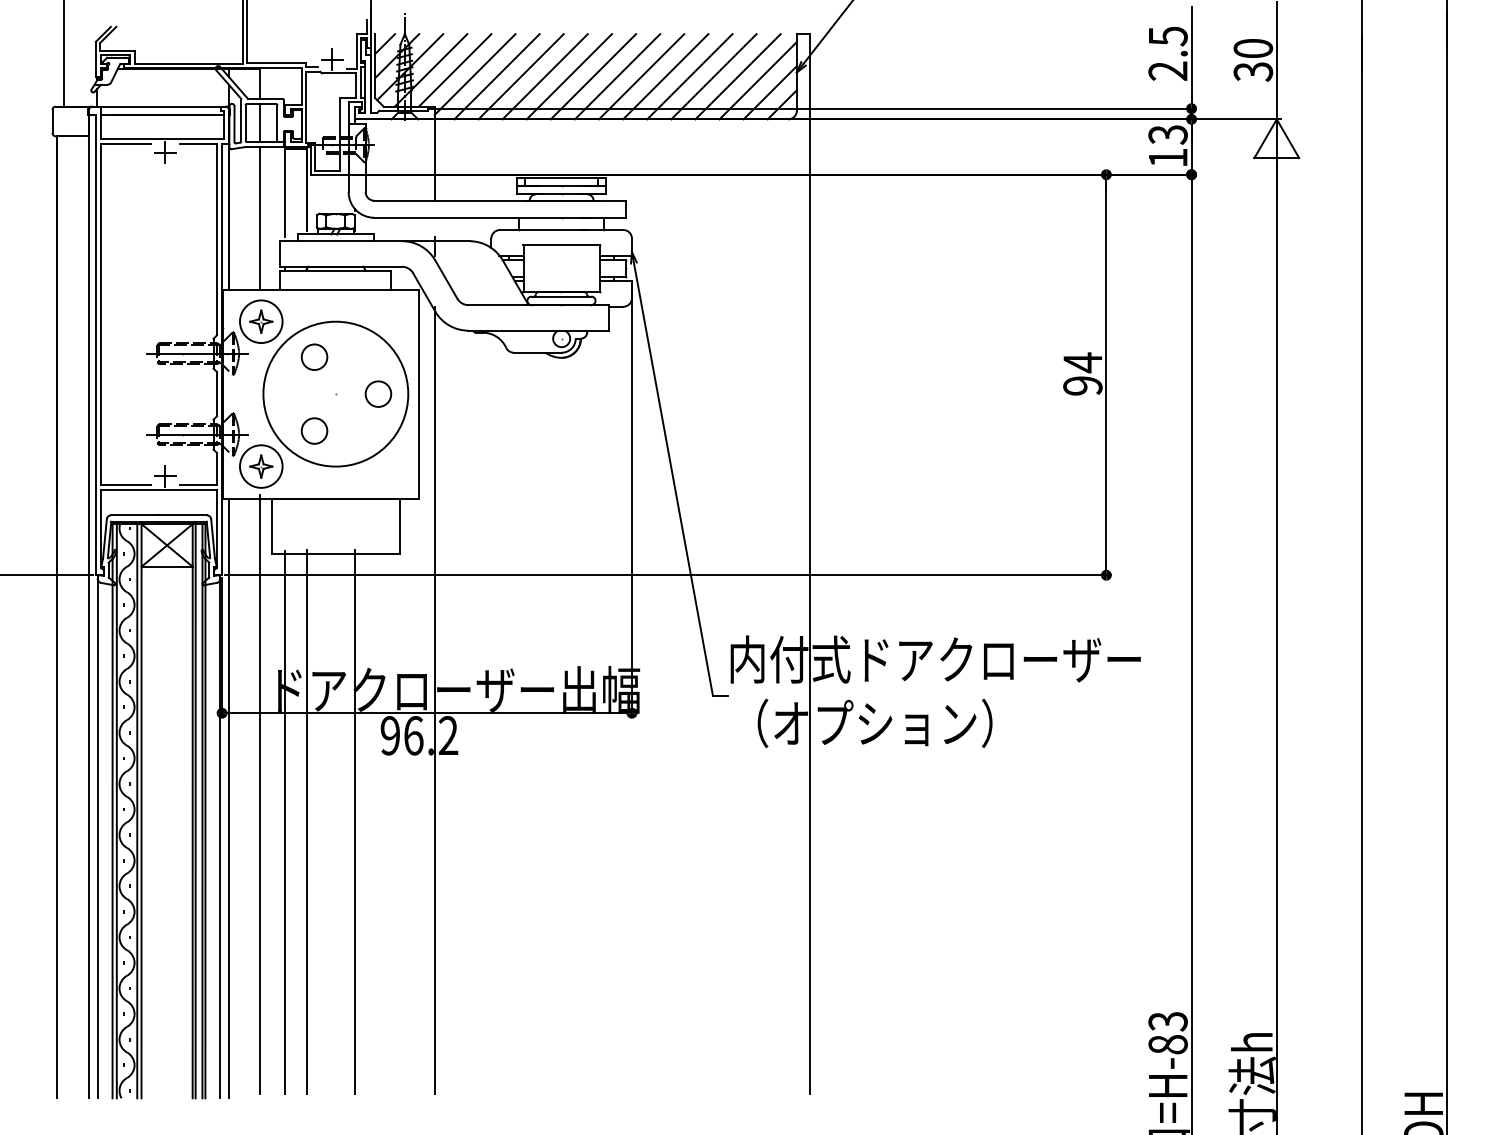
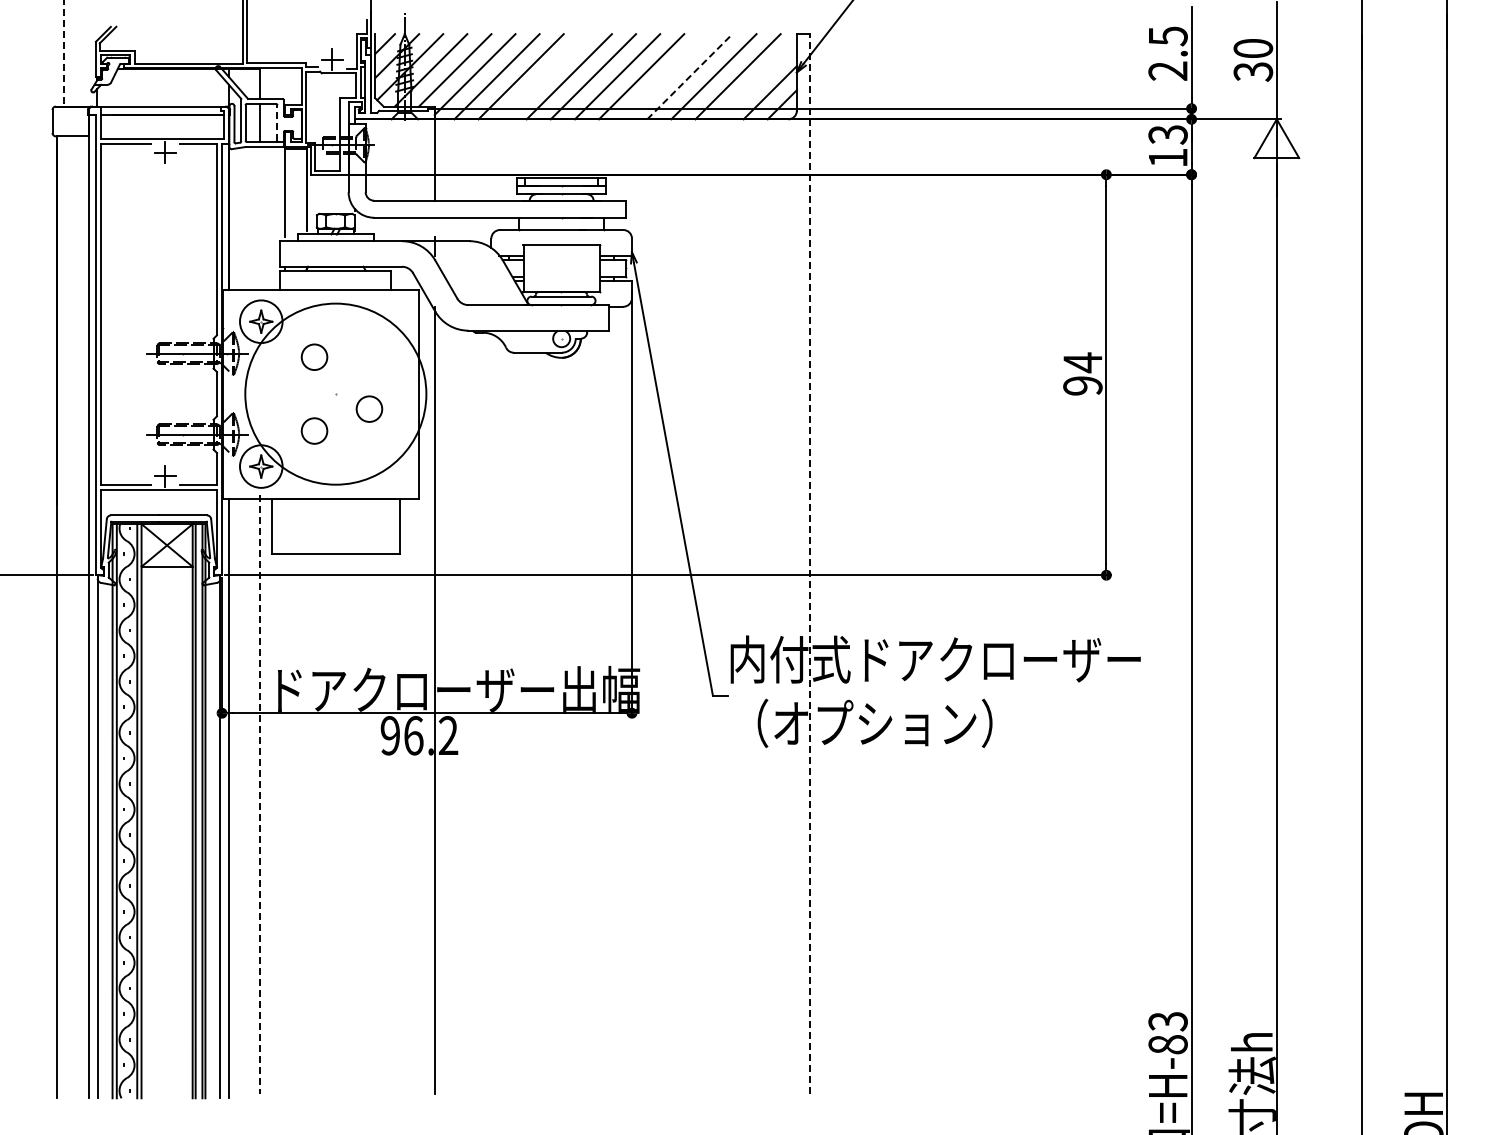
line at (64, 53): solid -> dashed
line at (544, 76): present -> none
line at (665, 76): present -> none
line at (690, 76): solid -> dashed
line at (757, 80): present -> none
line at (277, 122): solid -> dashed
line at (259, 218): present -> none
circle at (335, 393) diameter: 145 px -> 181 px
circle at (378, 393) position: (378, 393) -> (369, 408)
line at (809, 564): solid -> dashed
line at (259, 794): solid -> dashed
line at (306, 821): present -> none
line at (354, 821): present -> none
line at (284, 822): present -> none
